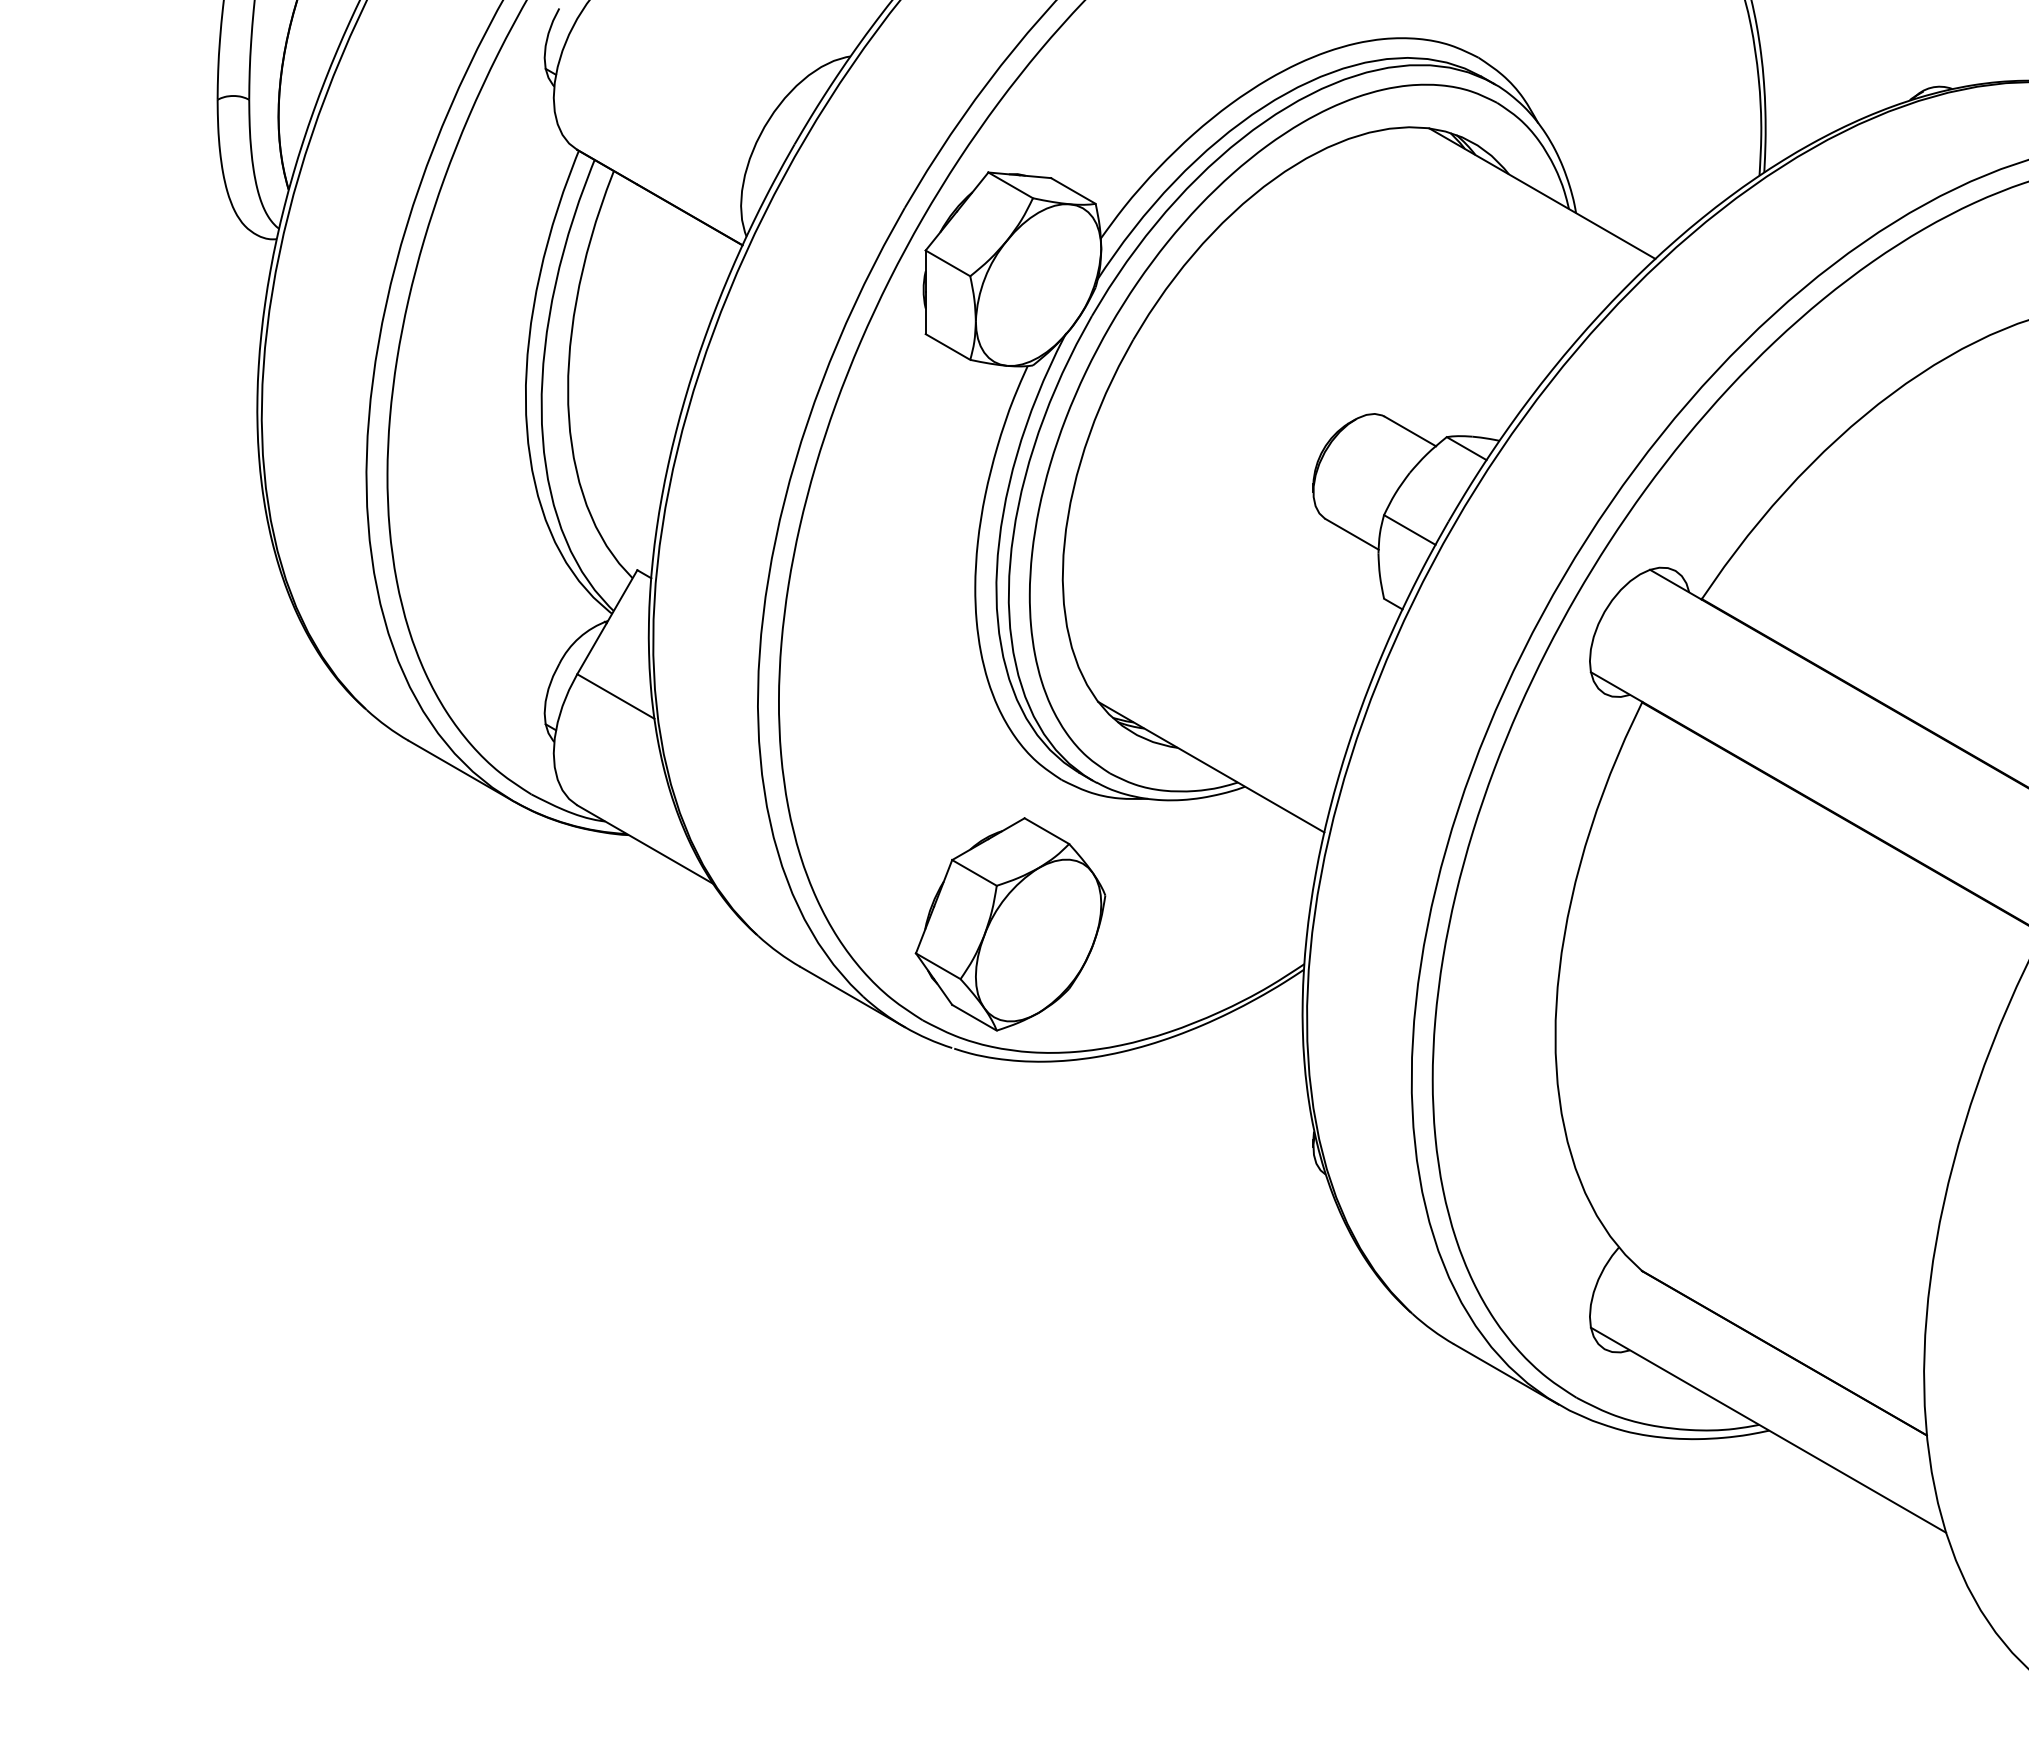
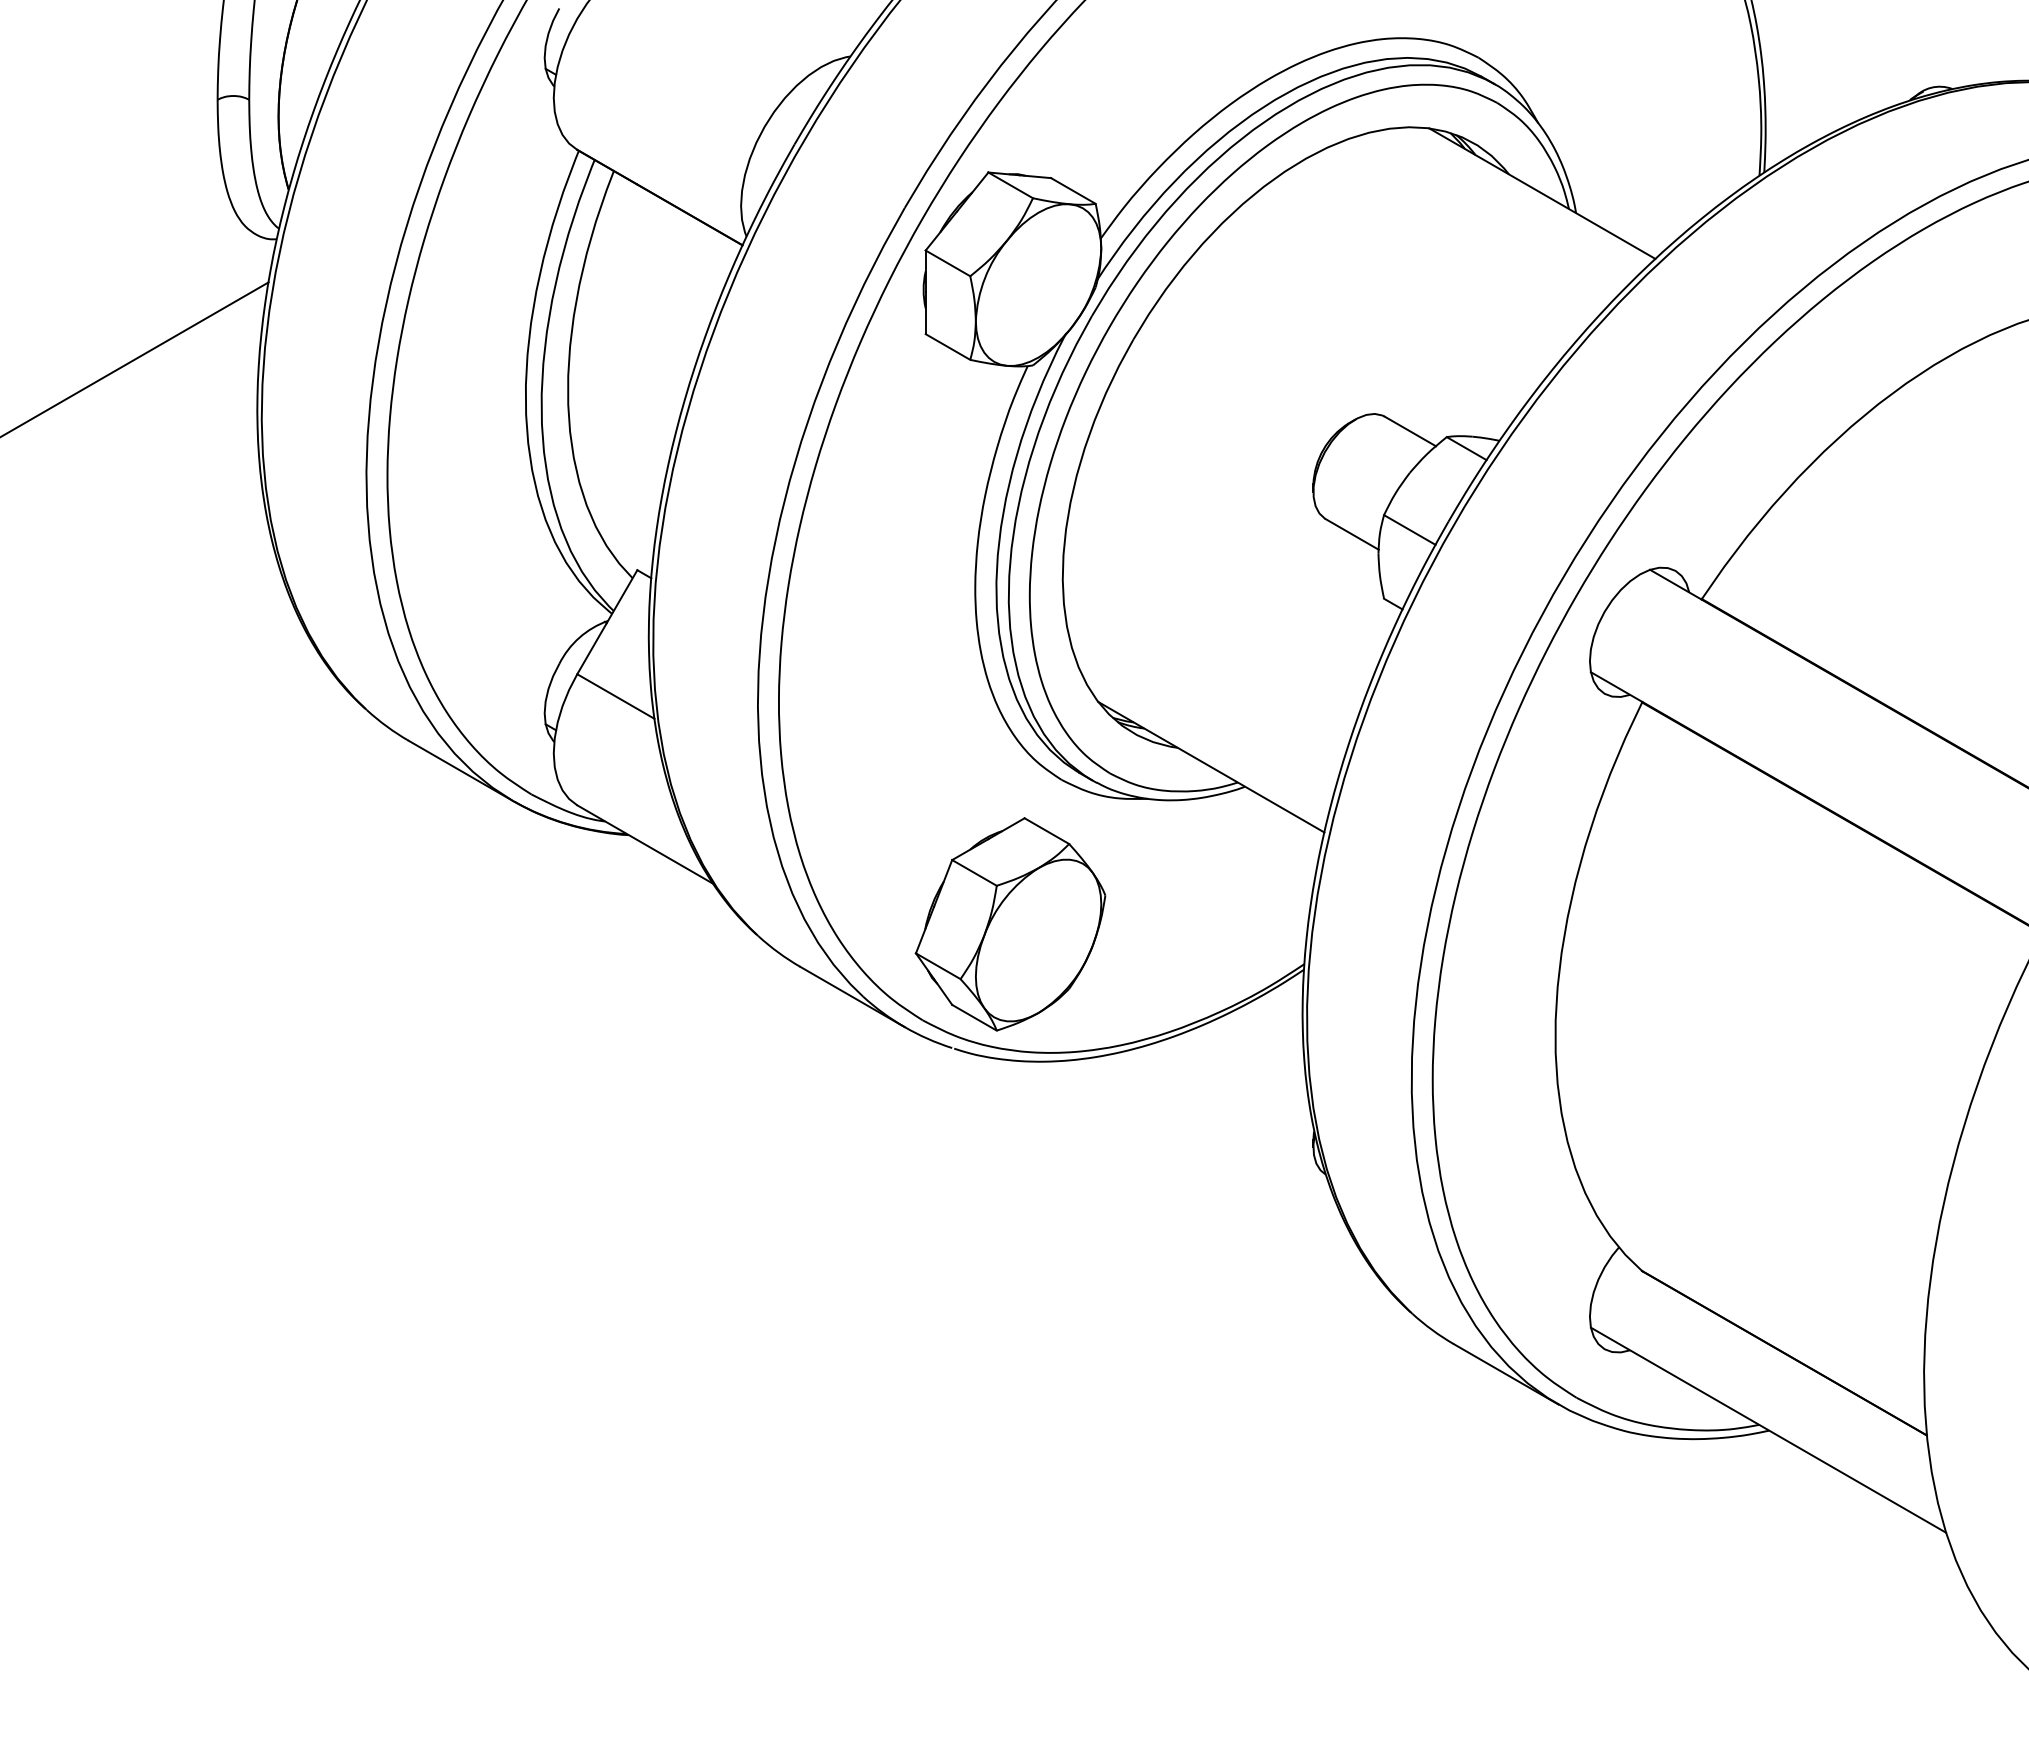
line at (135, 359): none -> present
